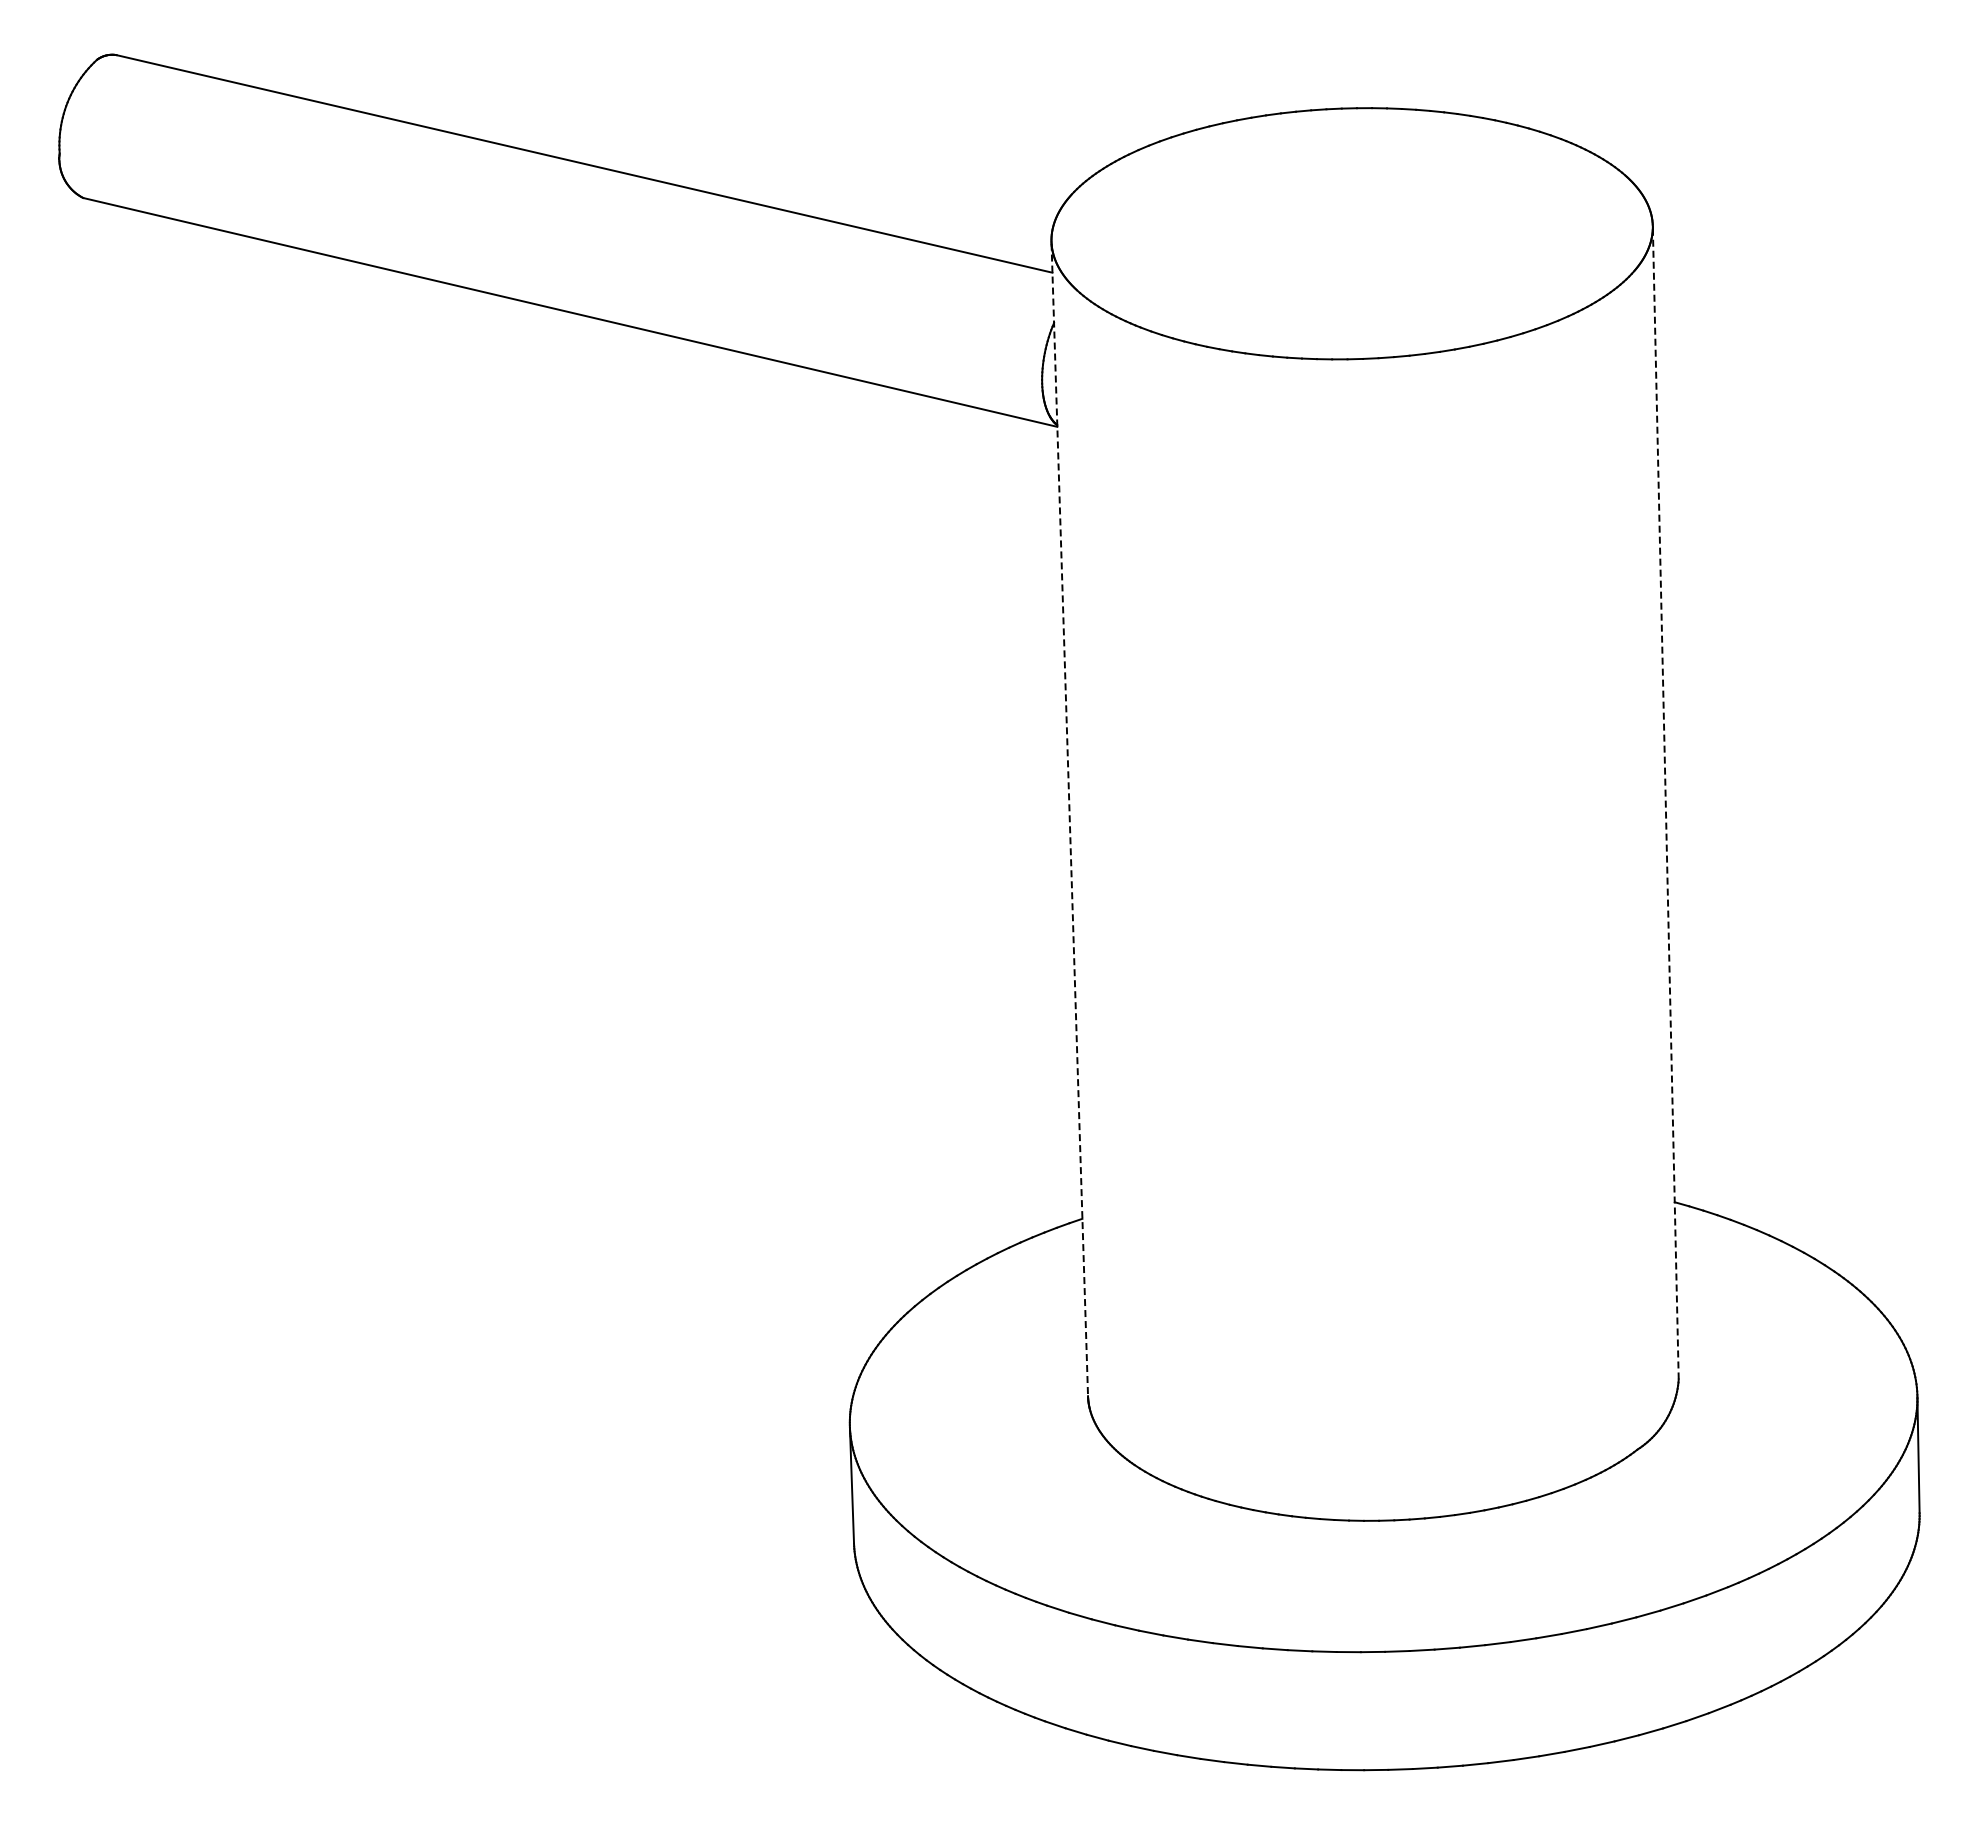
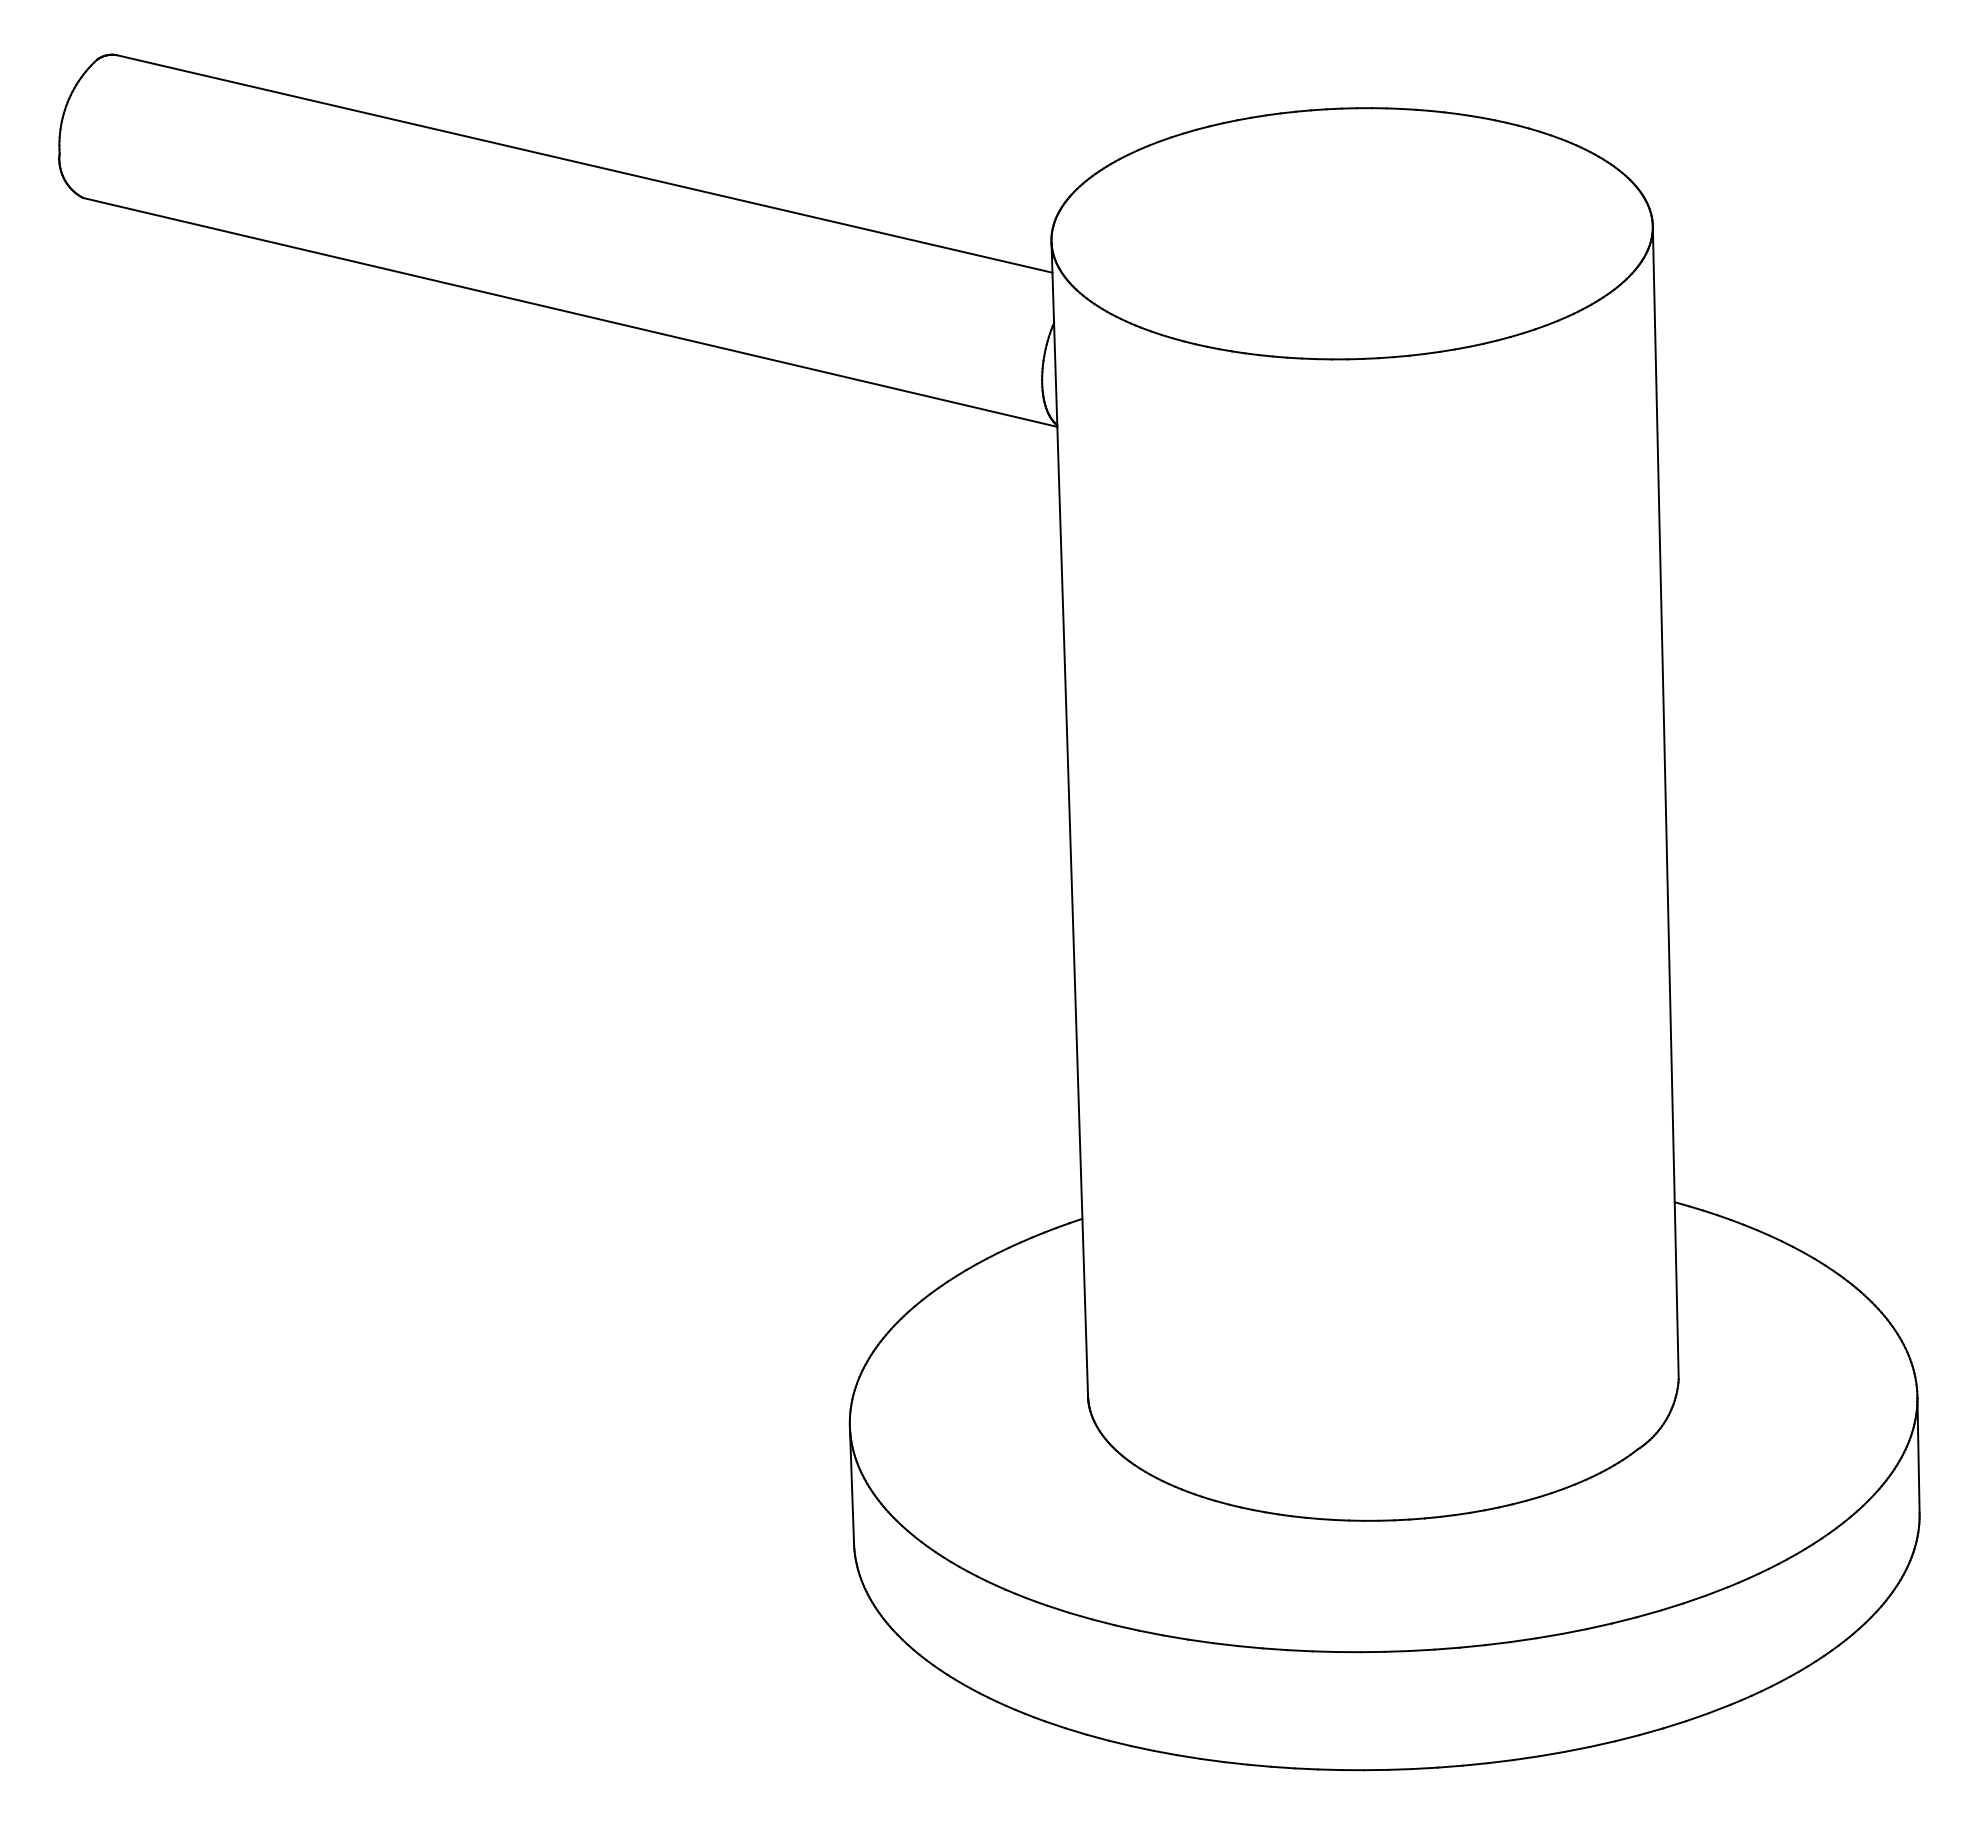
line at (1665, 803): dashed -> solid
line at (1069, 819): dashed -> solid
